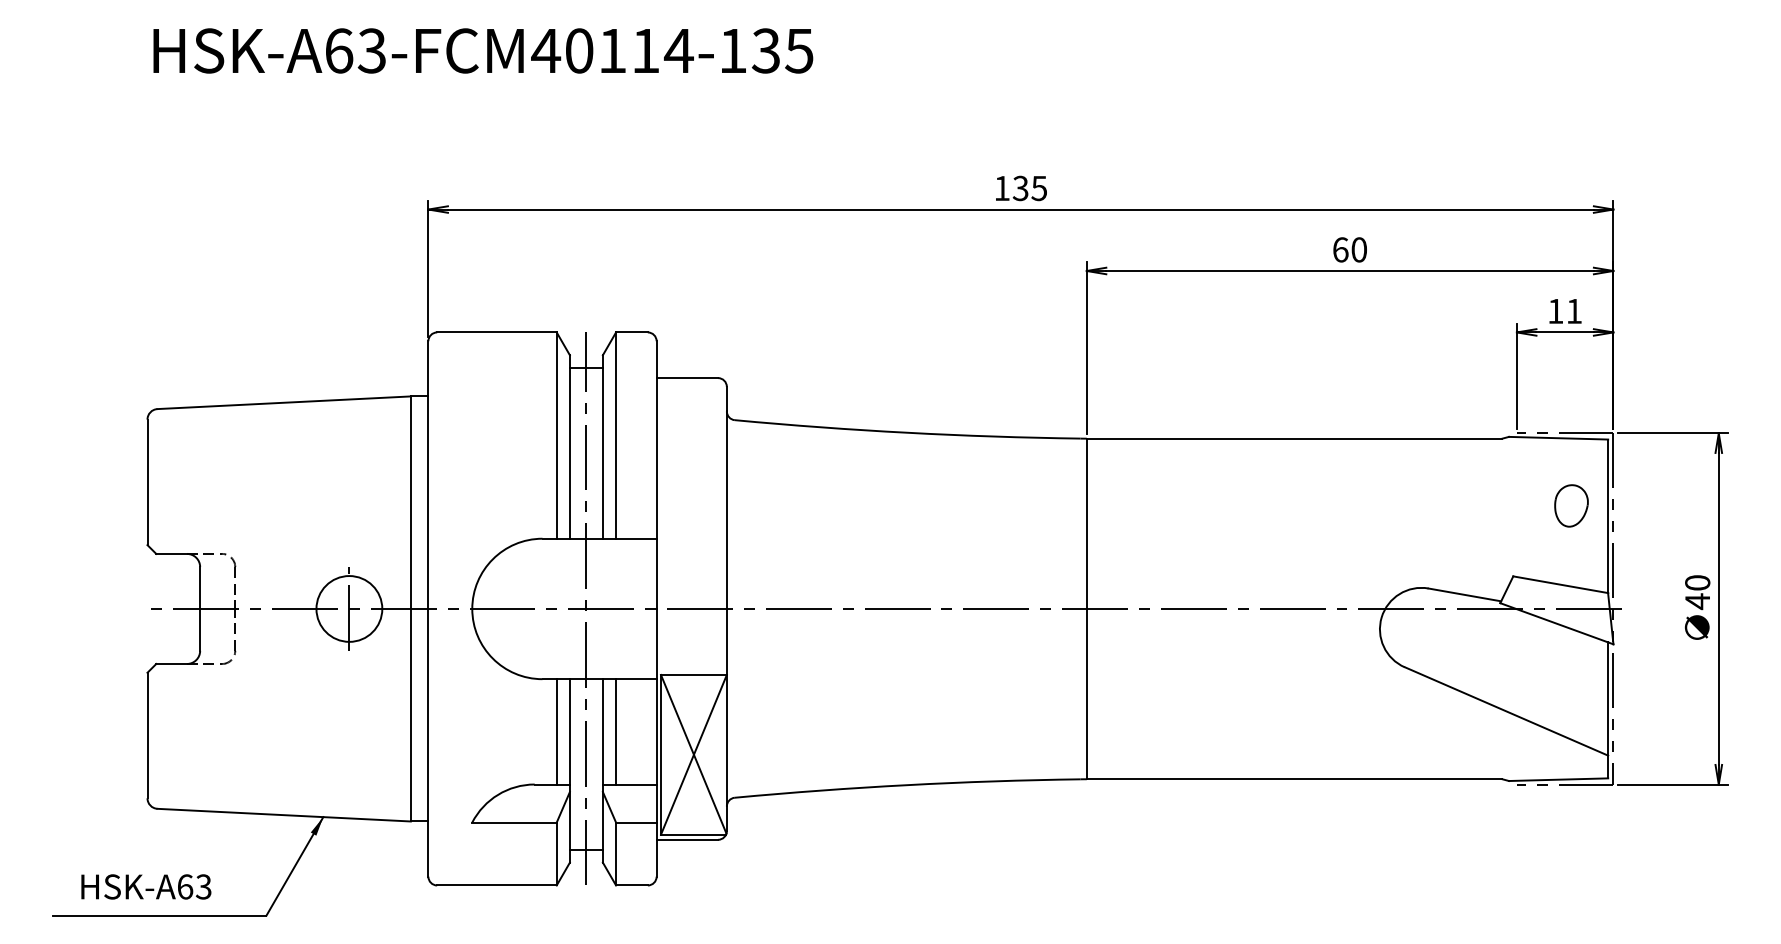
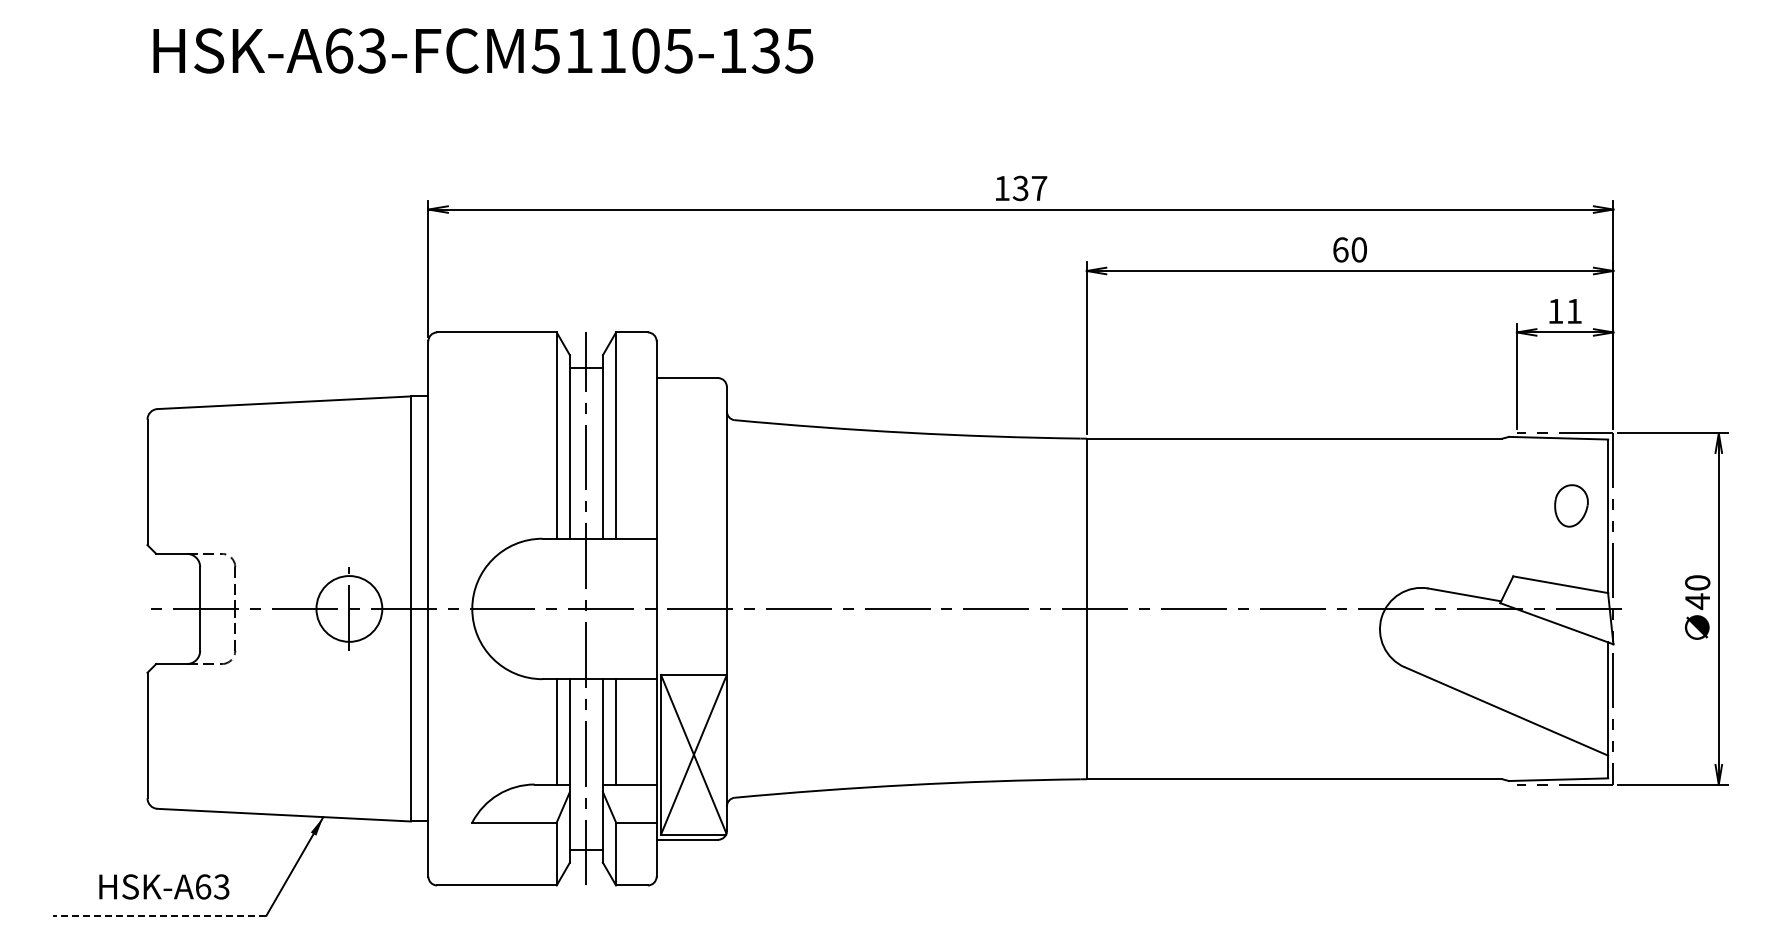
text at (612, 50): HSK-A63-FCM40114-135 -> HSK-A63-FCM51105-135
text at (1039, 188): 135 -> 137
text at (146, 886) position: (146, 886) -> (164, 886)
line at (159, 915): solid -> dashed
